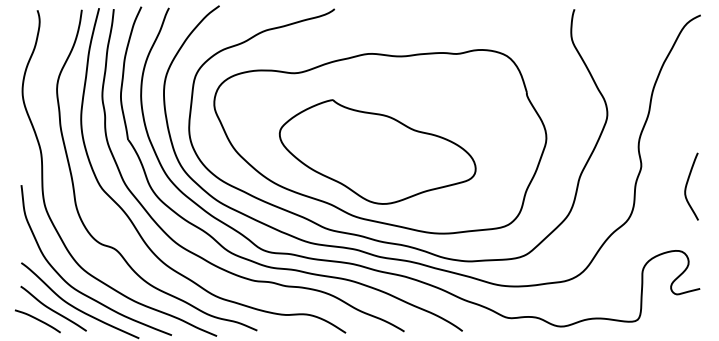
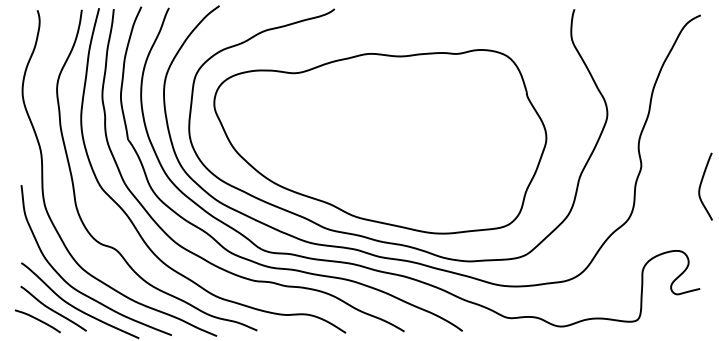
part at (377, 151): present -> none
curve at (687, 185) position: (687, 185) -> (701, 185)
